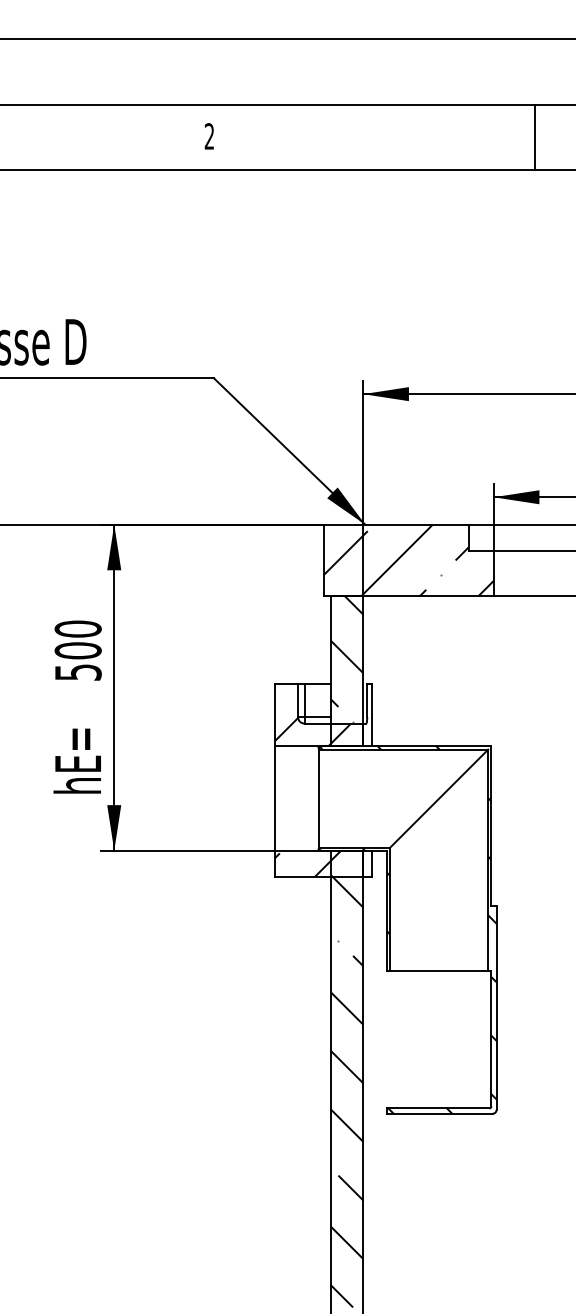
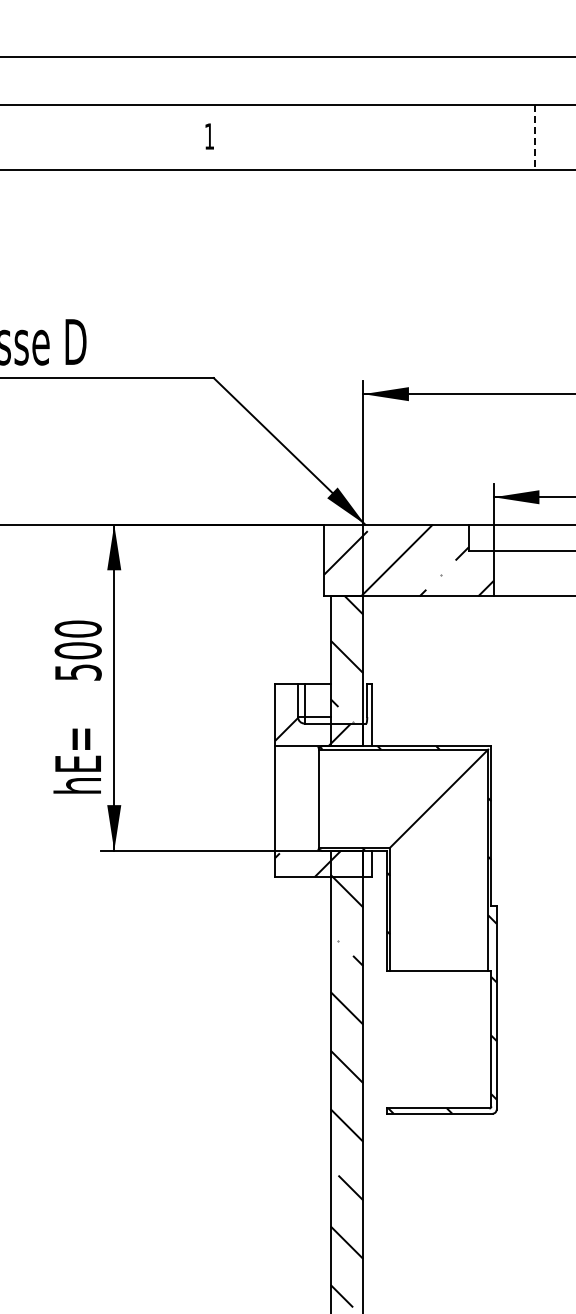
line at (287, 39) position: (287, 39) -> (287, 57)
text at (208, 136): 2 -> 1
line at (535, 137): solid -> dashed
